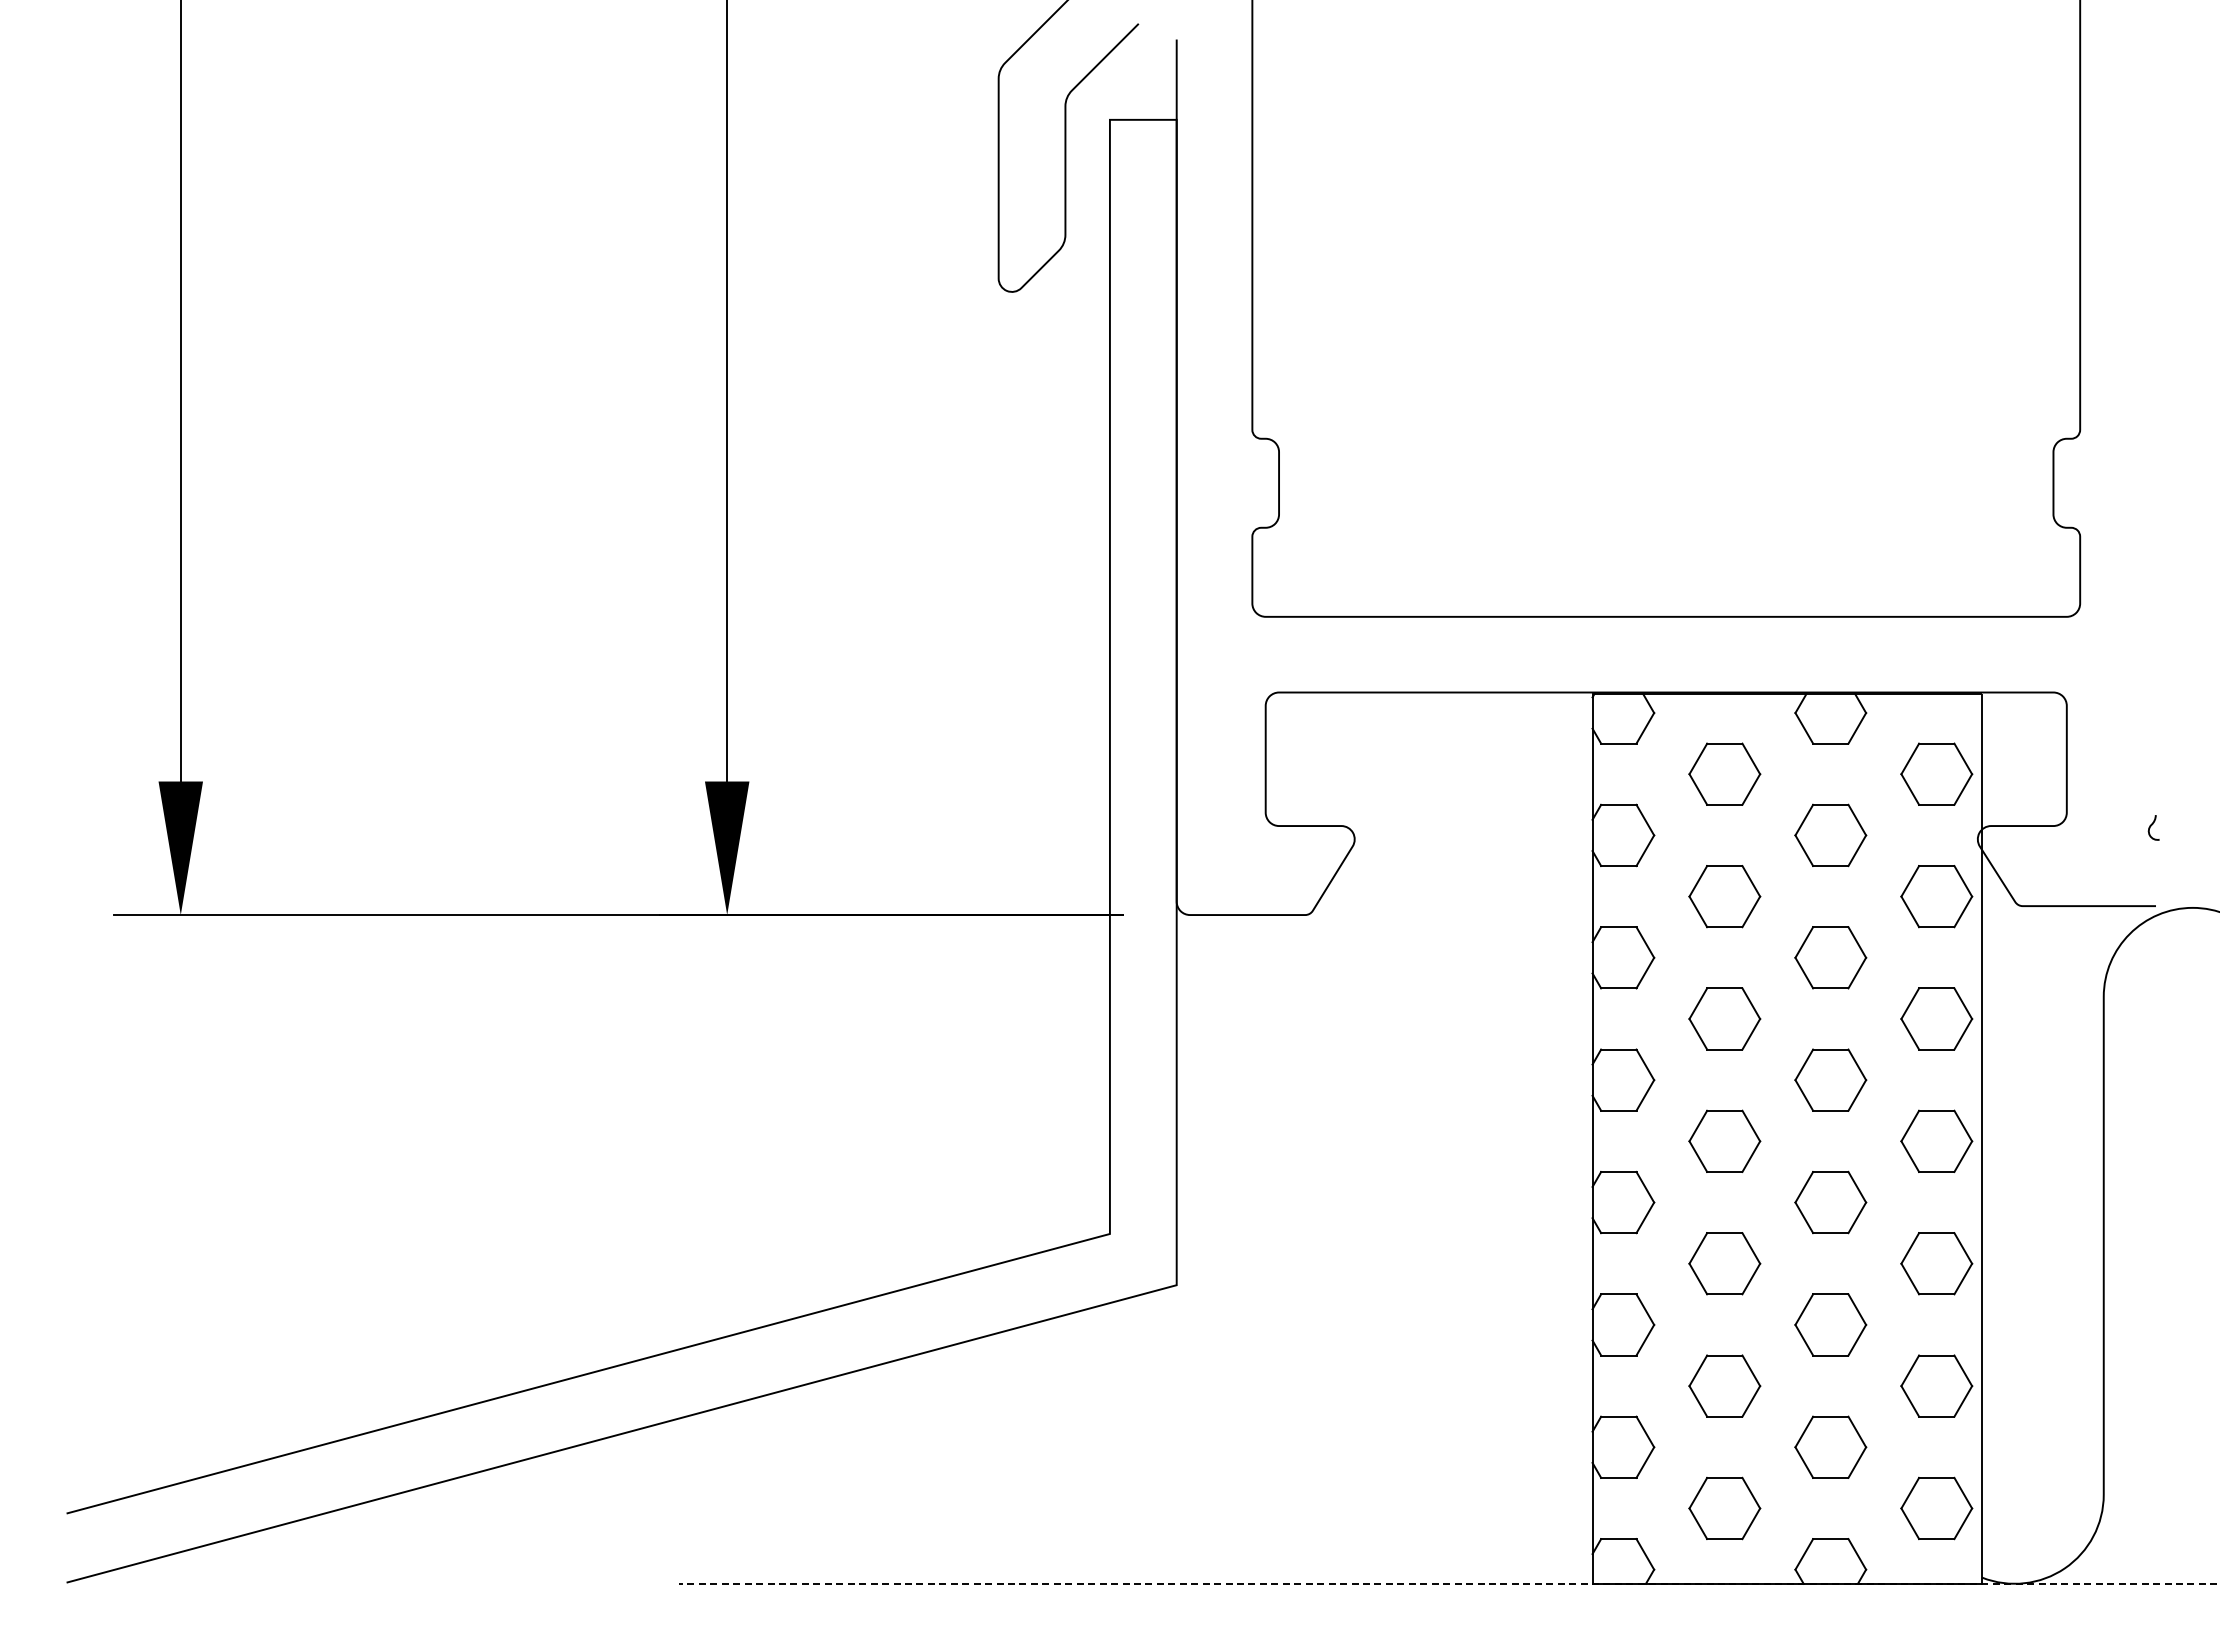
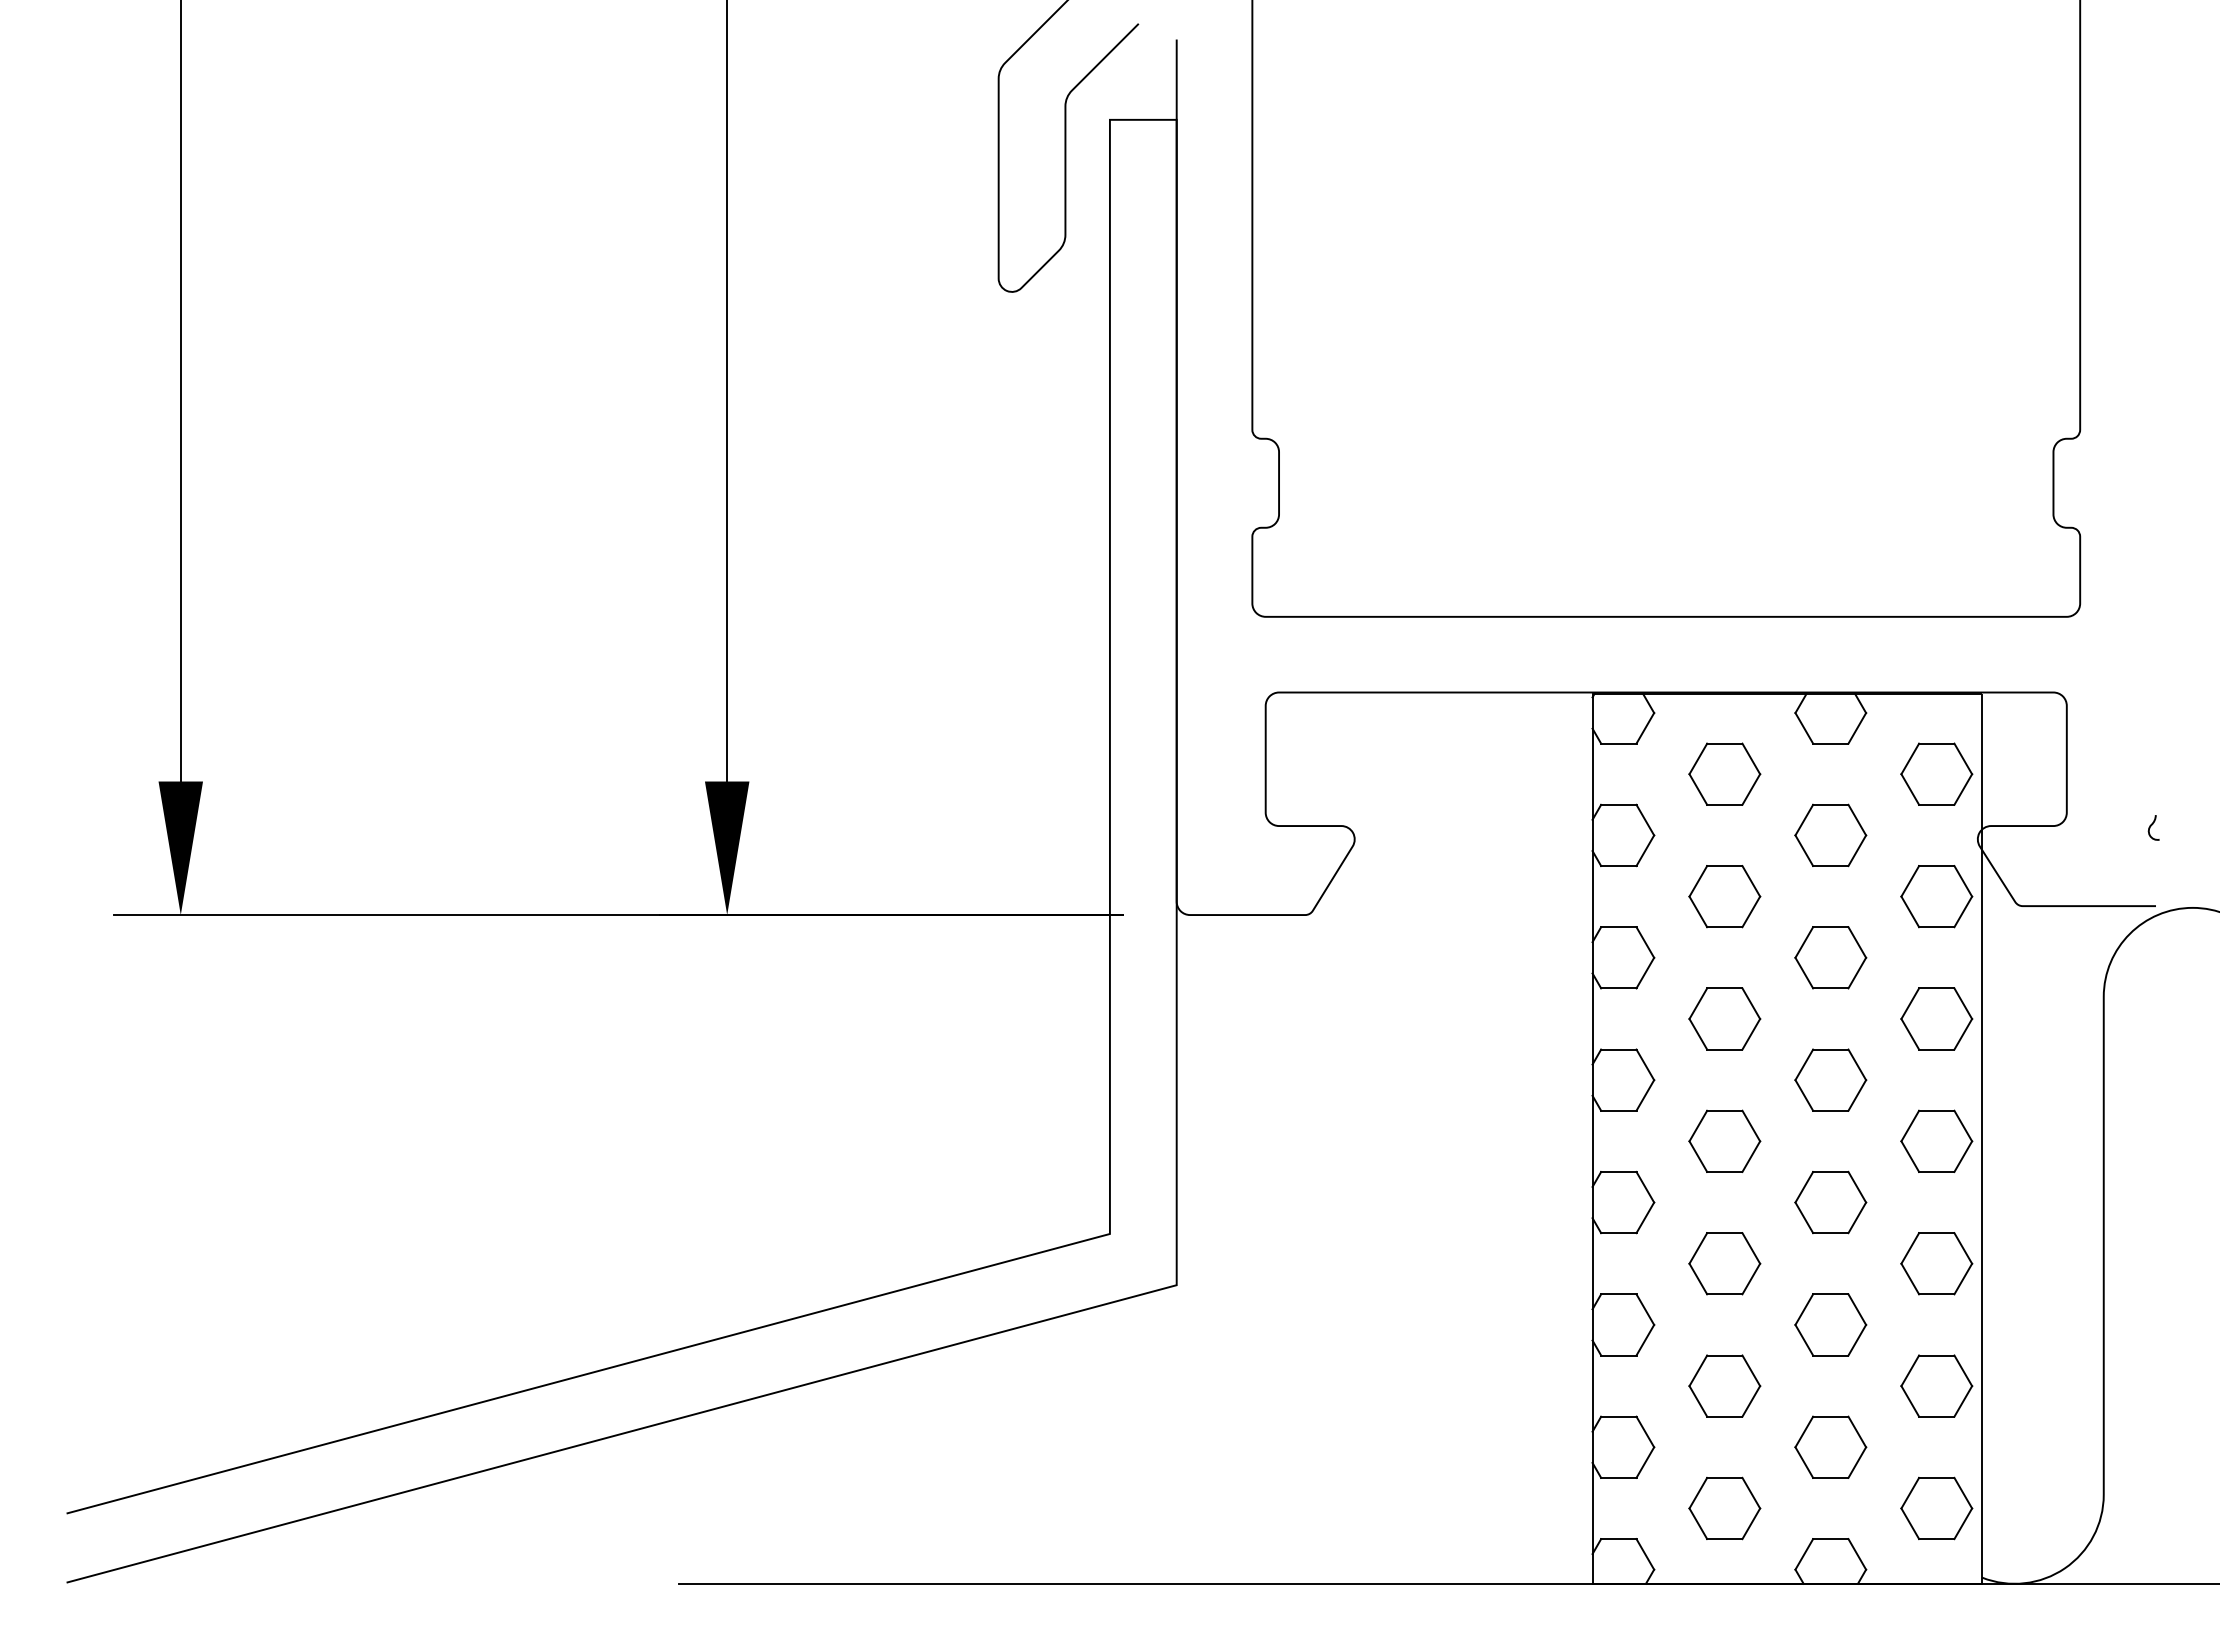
line at (1449, 1583): dashed -> solid
